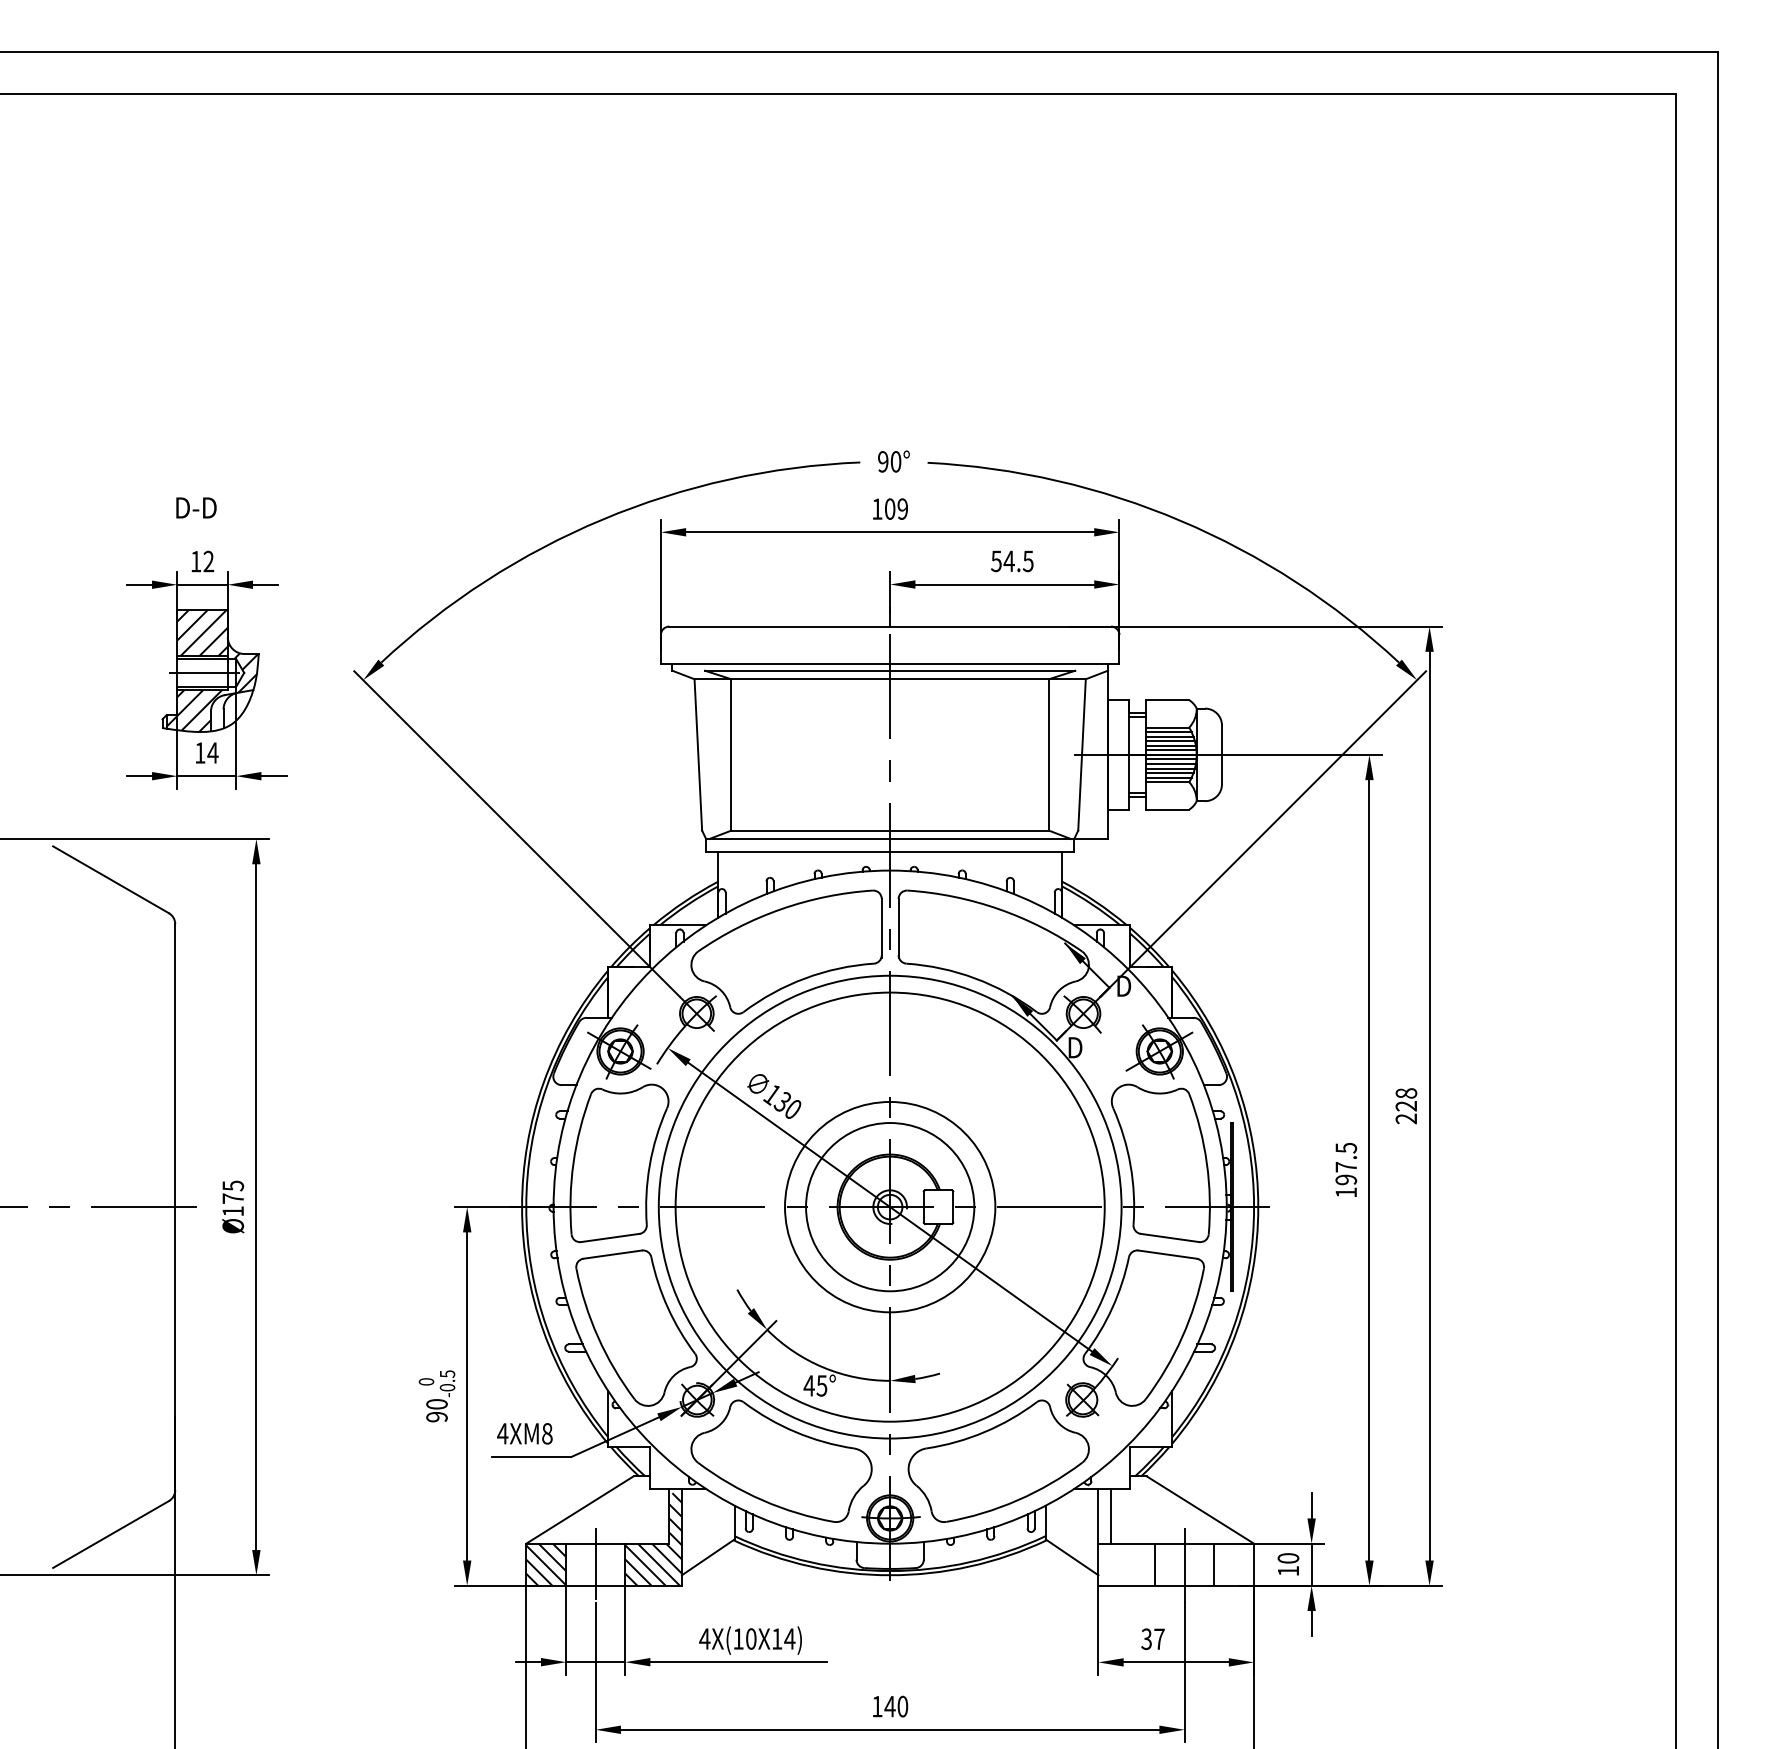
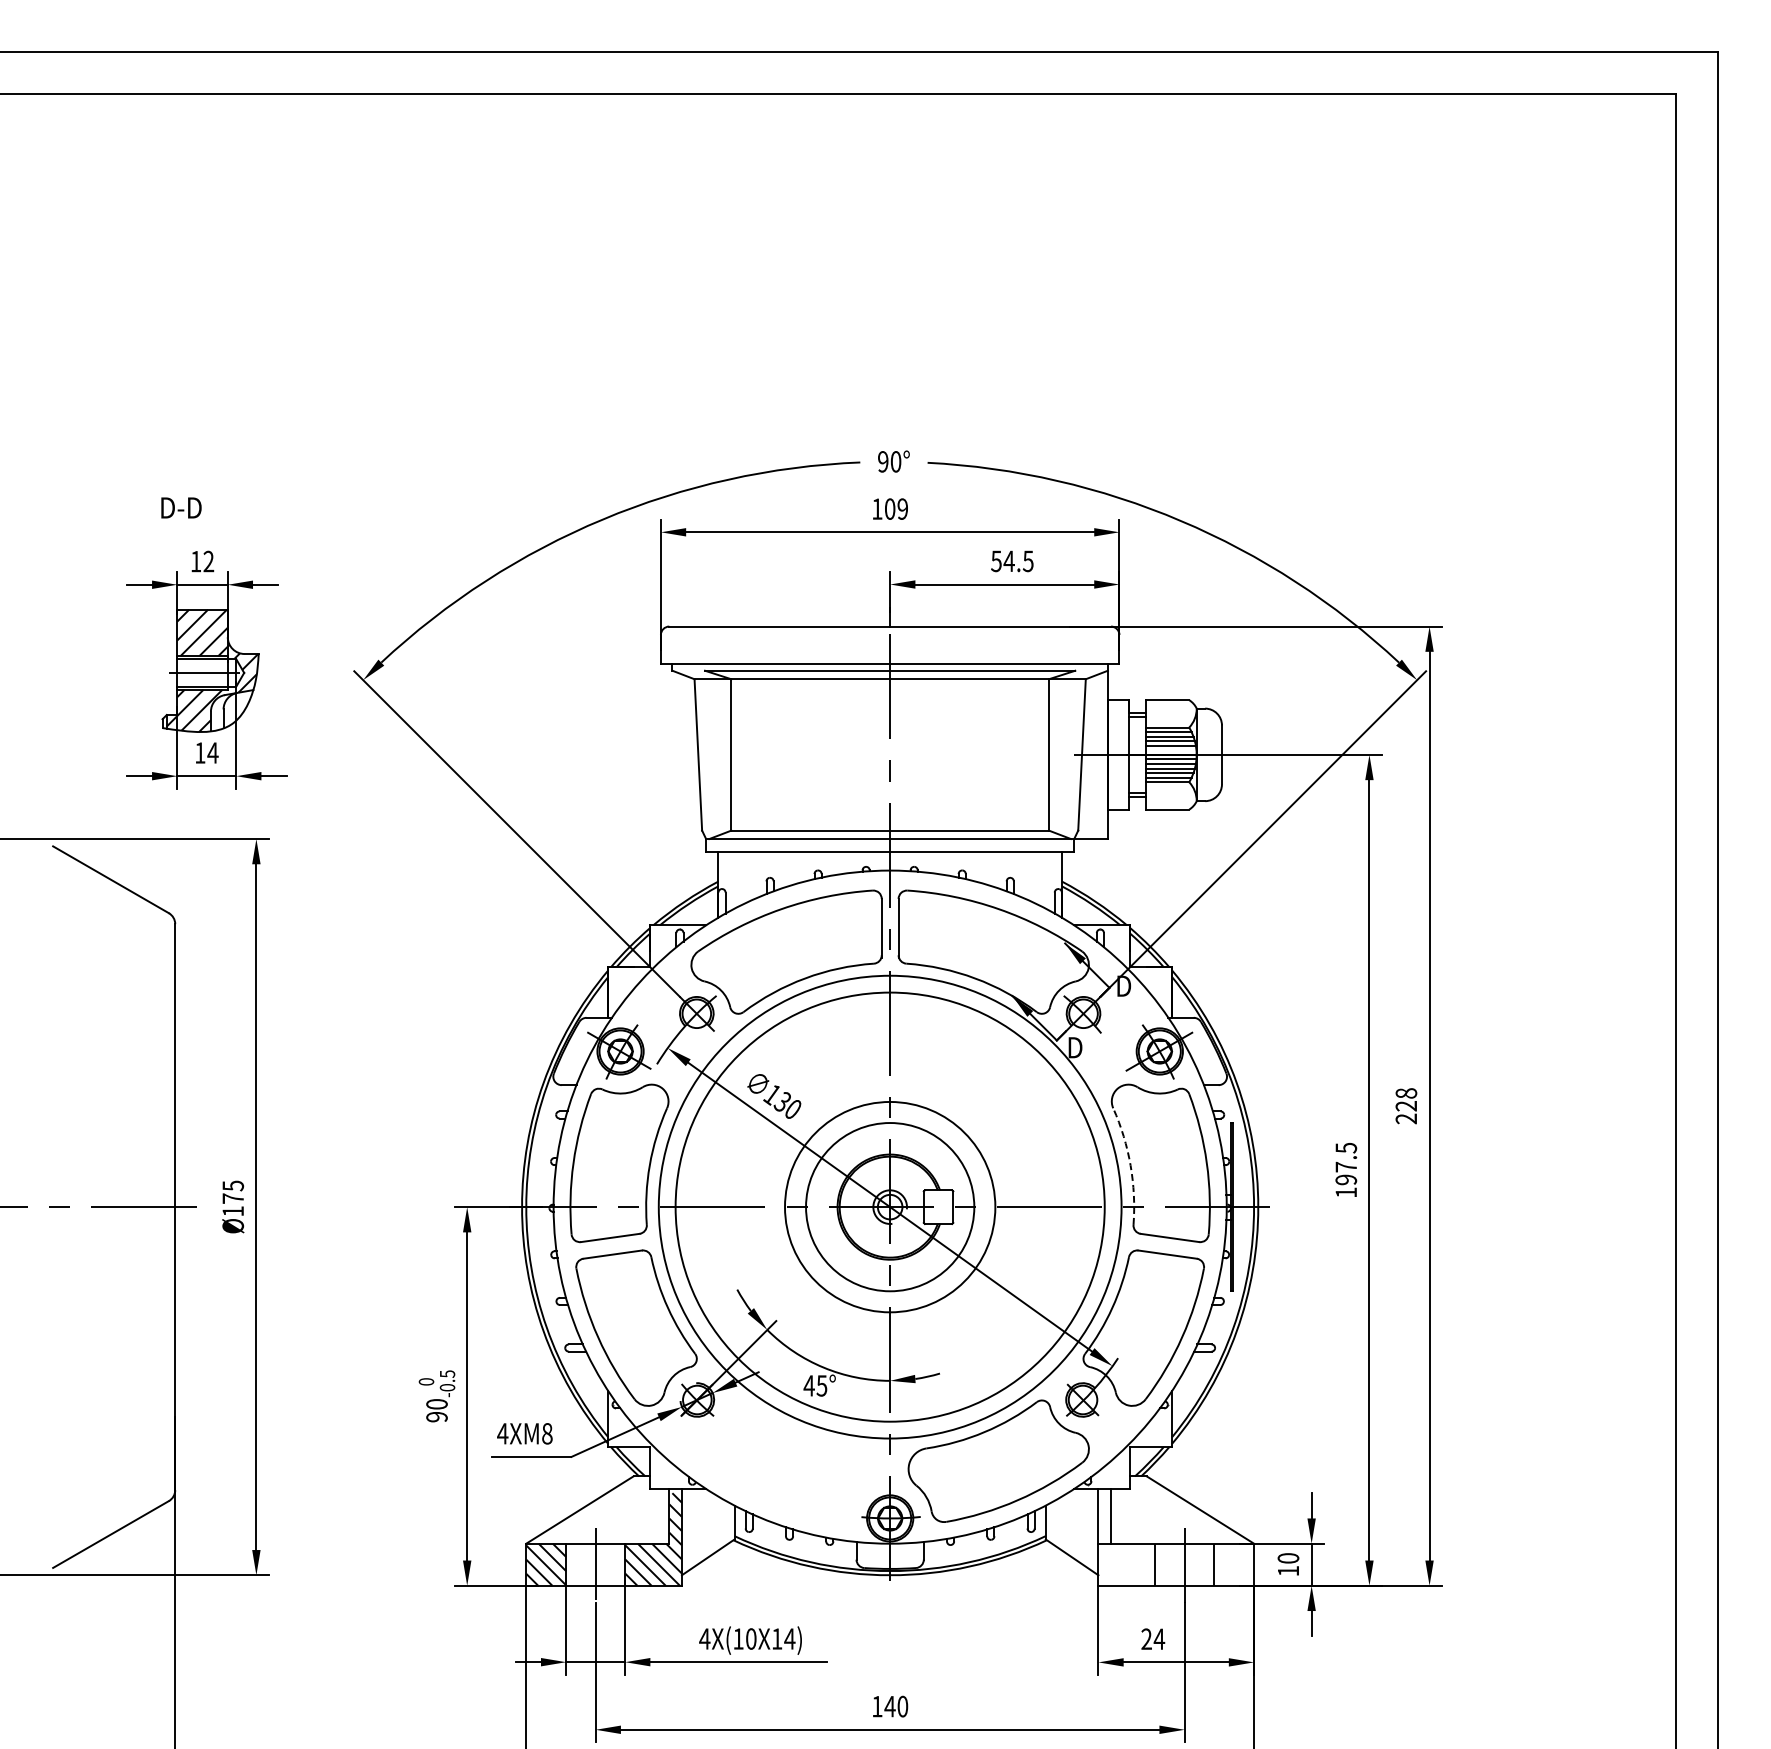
text at (196, 507) position: (196, 507) -> (181, 507)
line at (1171, 750): present -> none
arc at (1130, 1165): solid -> dashed
part at (781, 1460): present -> none
text at (1153, 1639): 37 -> 24
